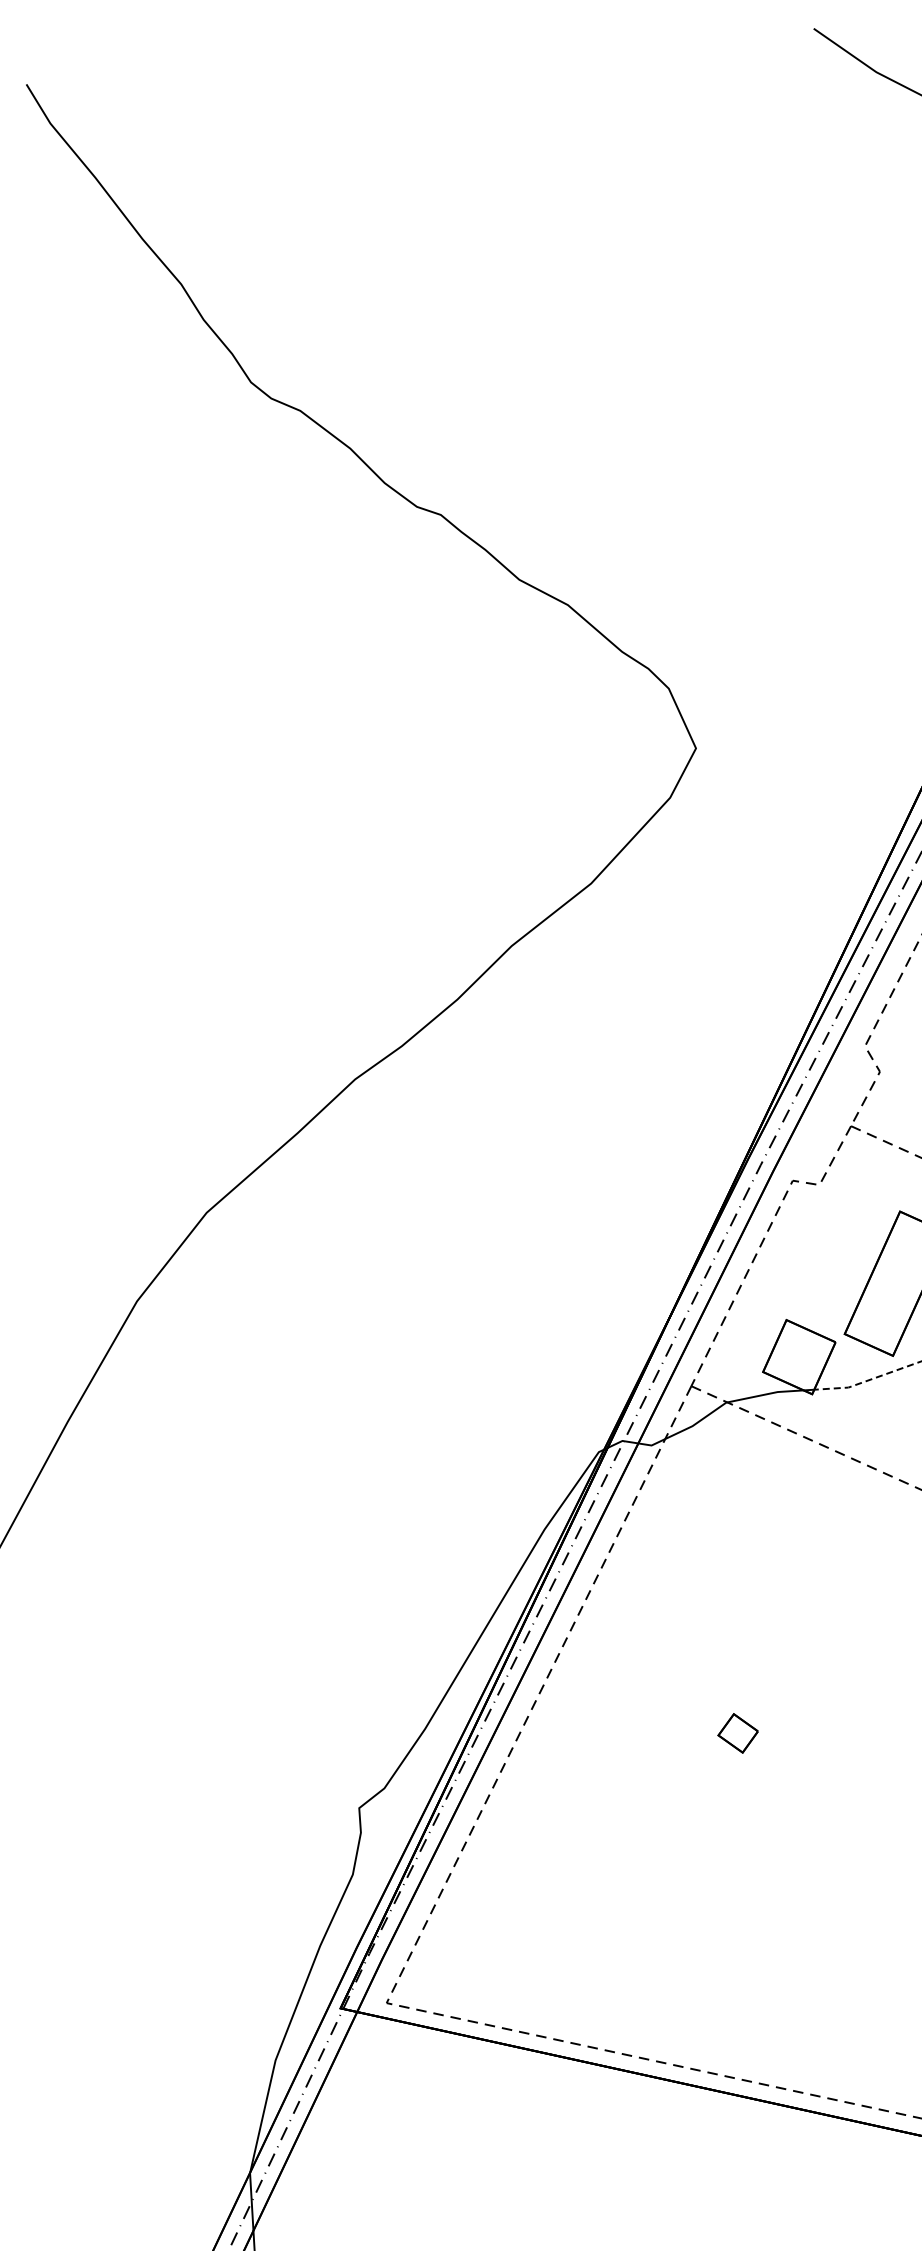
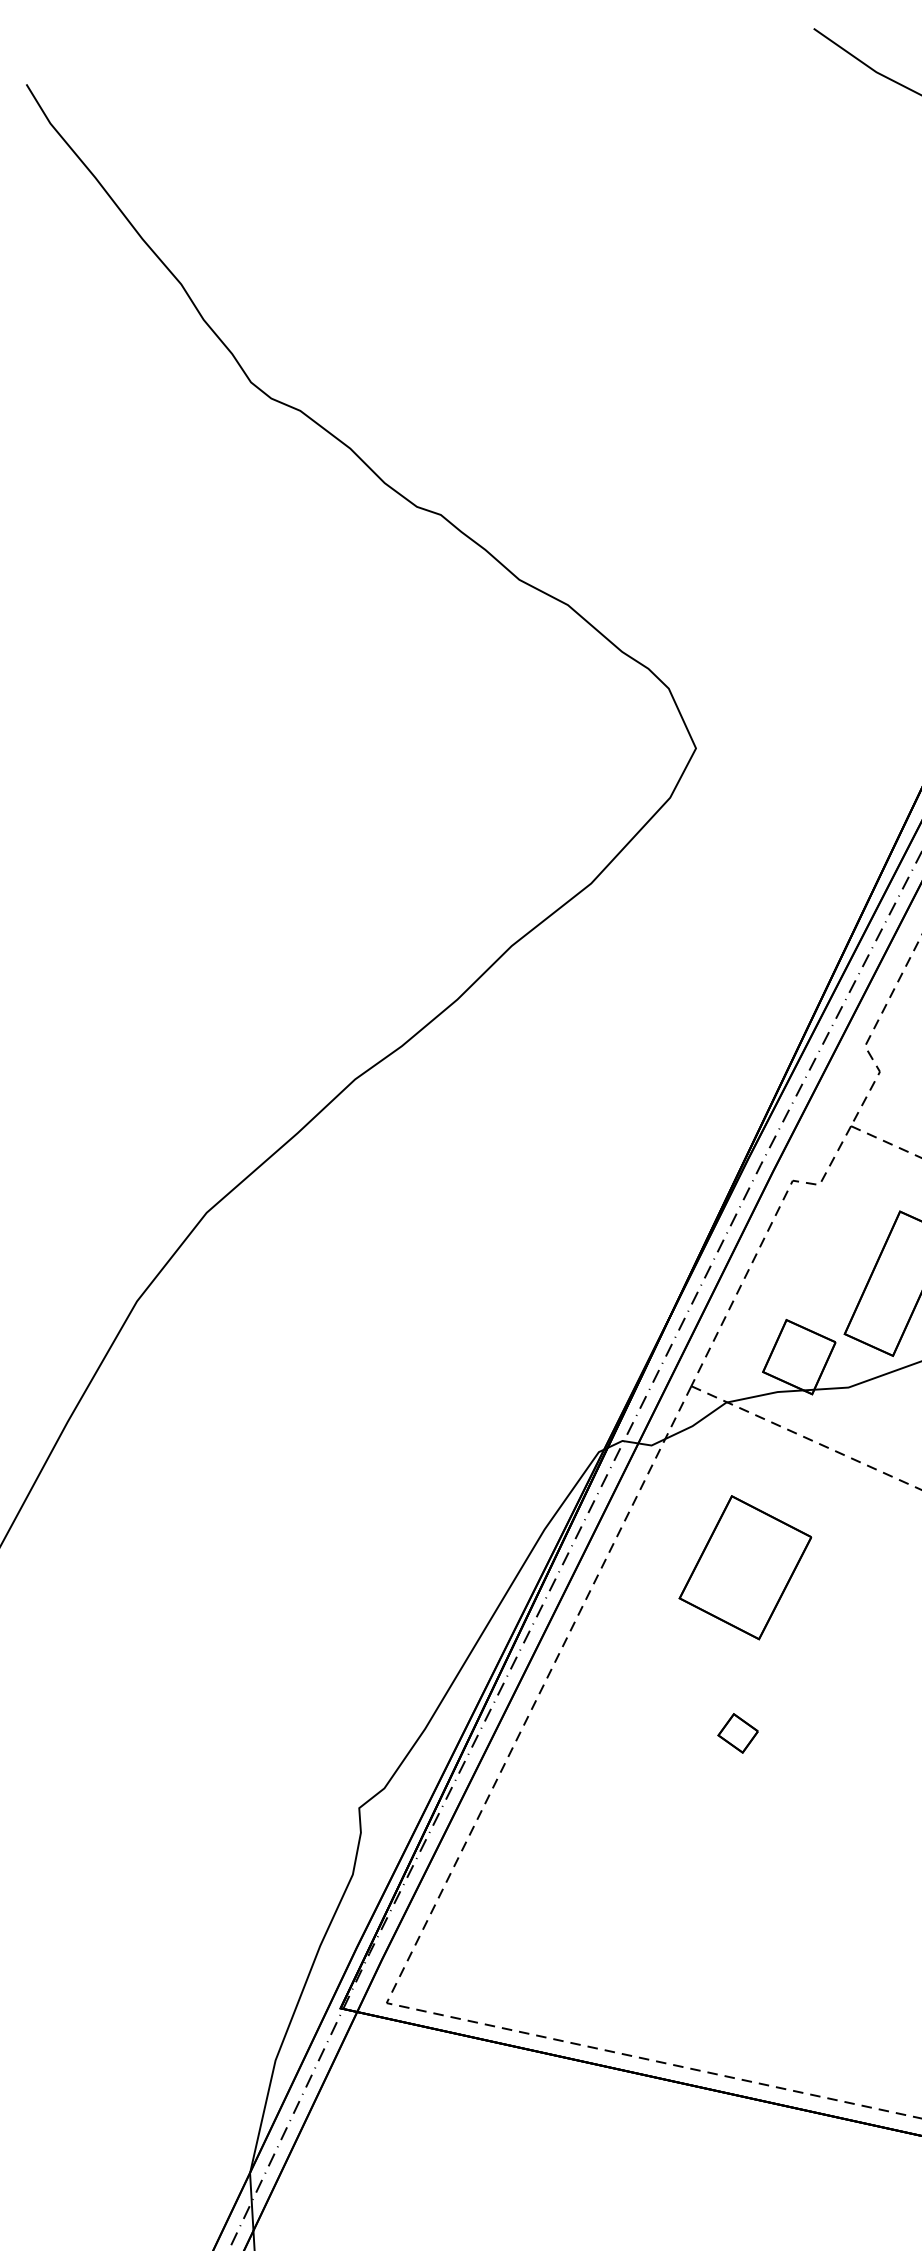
line at (868, 1380): dashed -> solid
part at (745, 1567): none -> present
